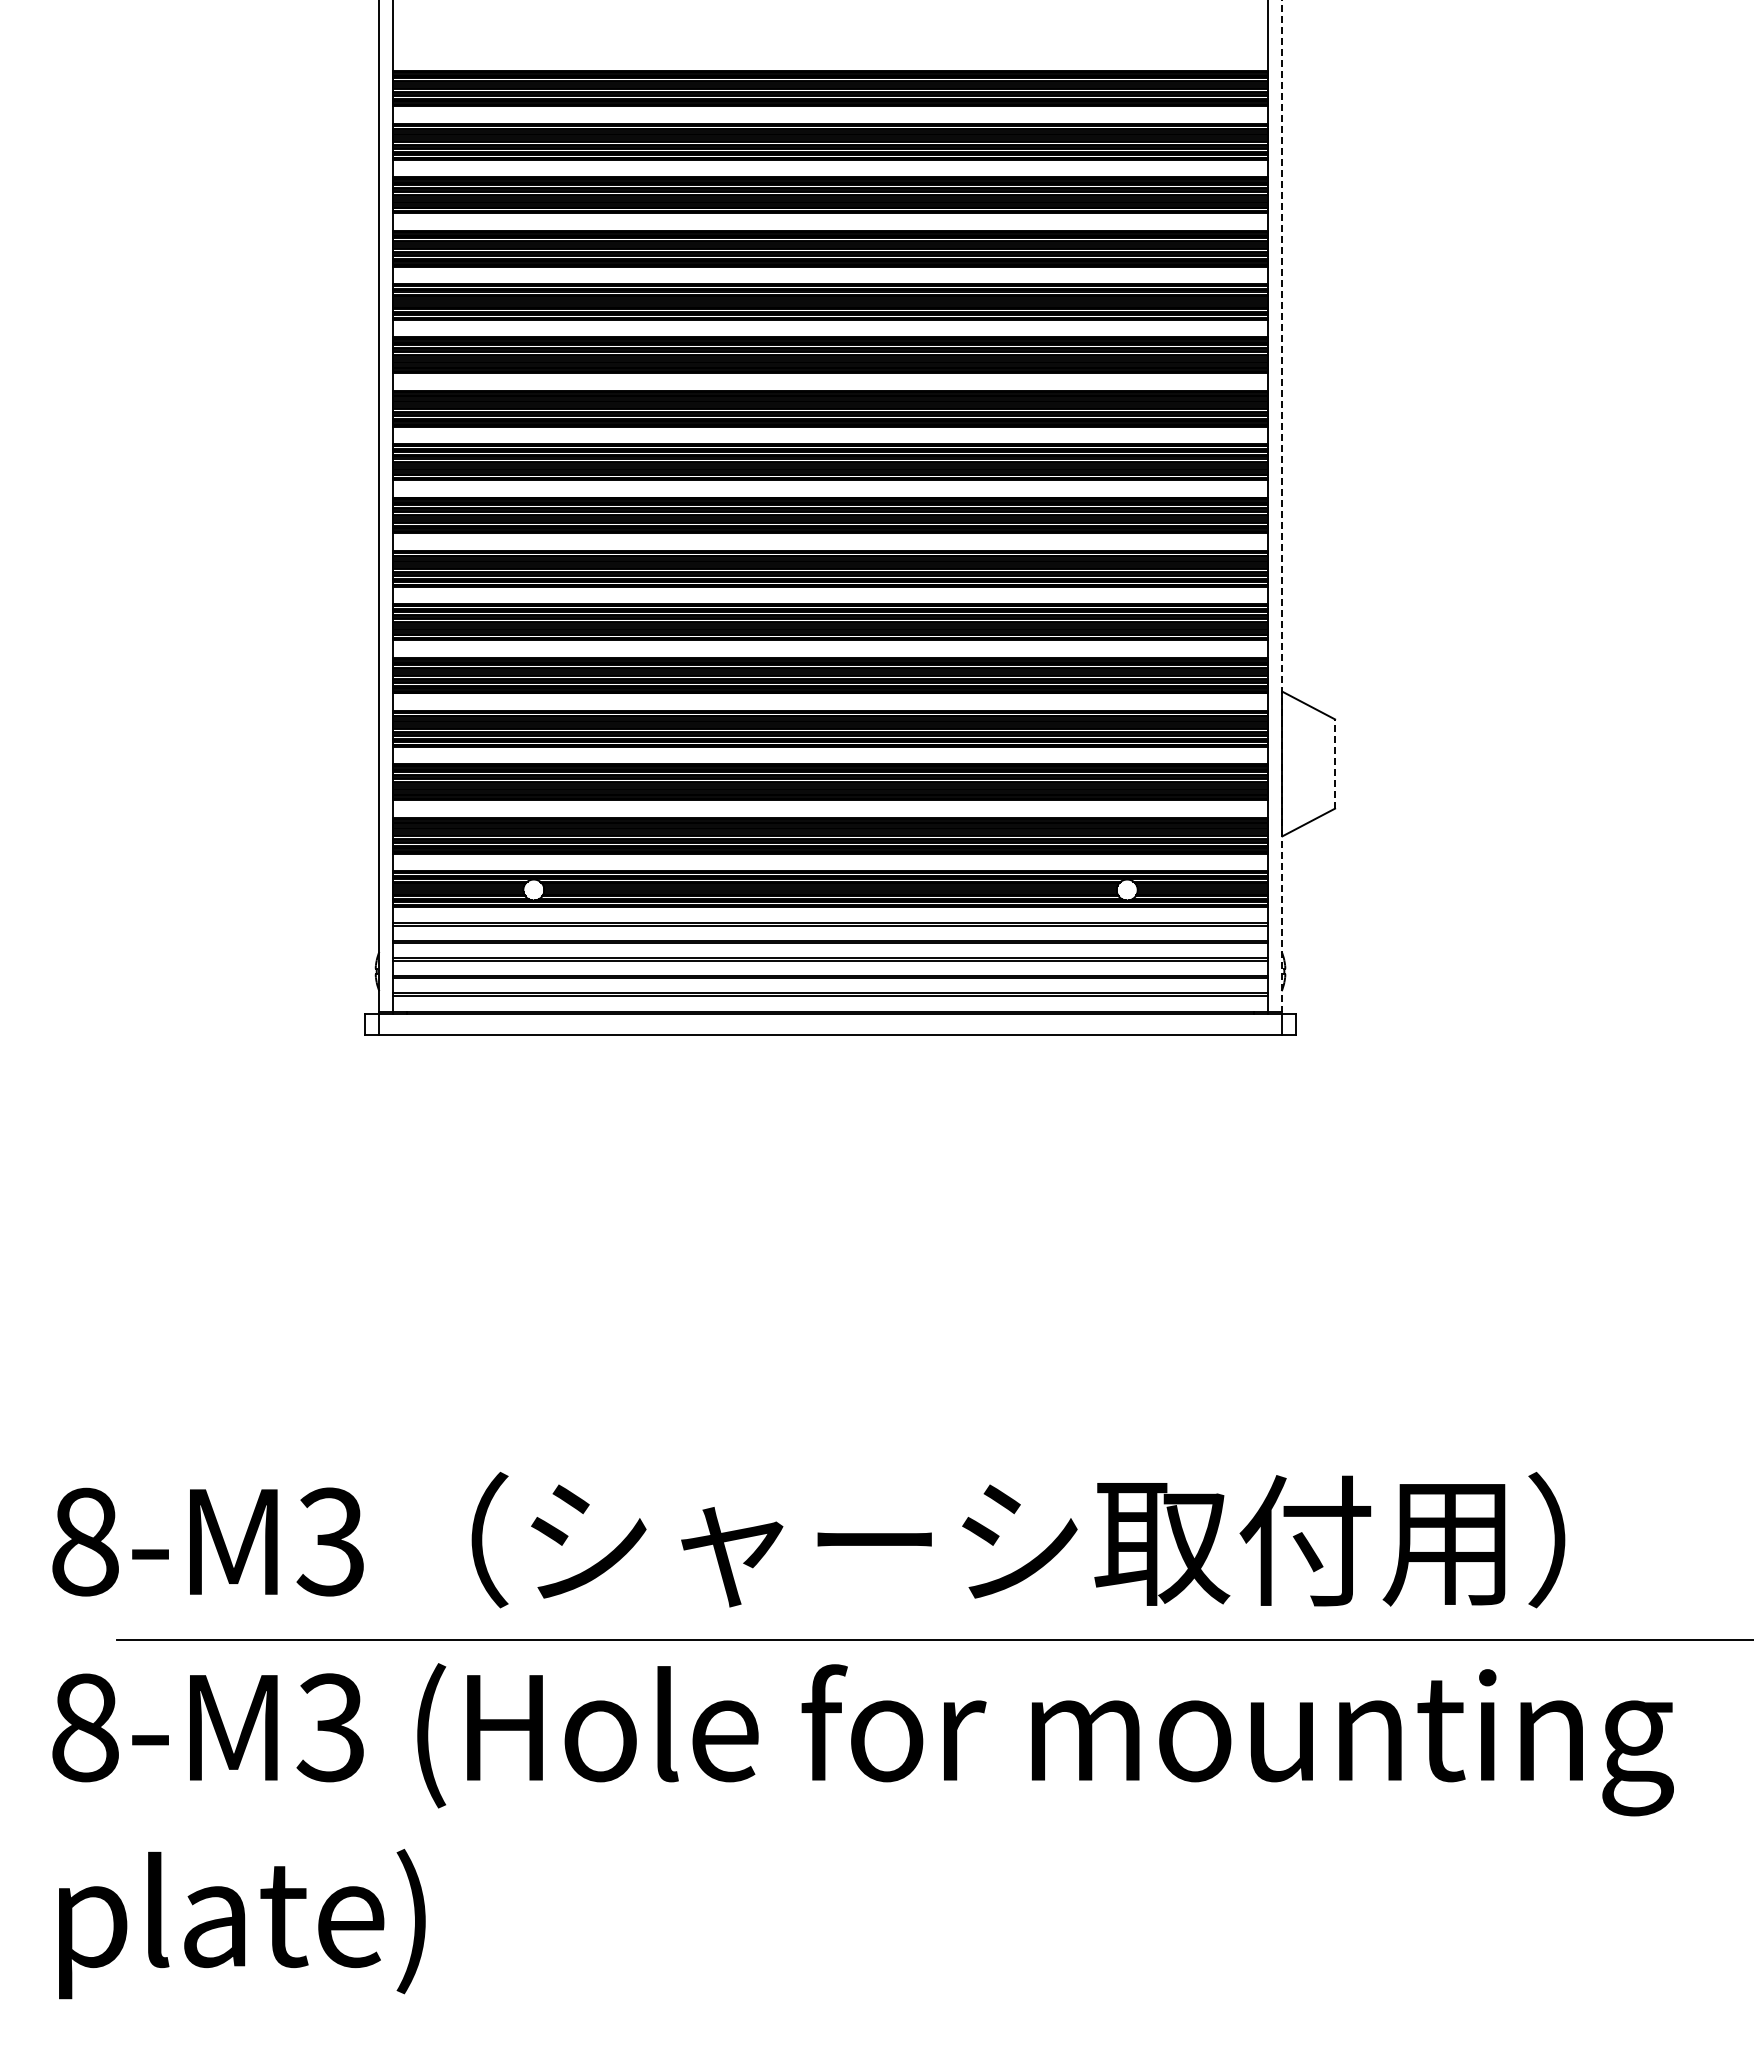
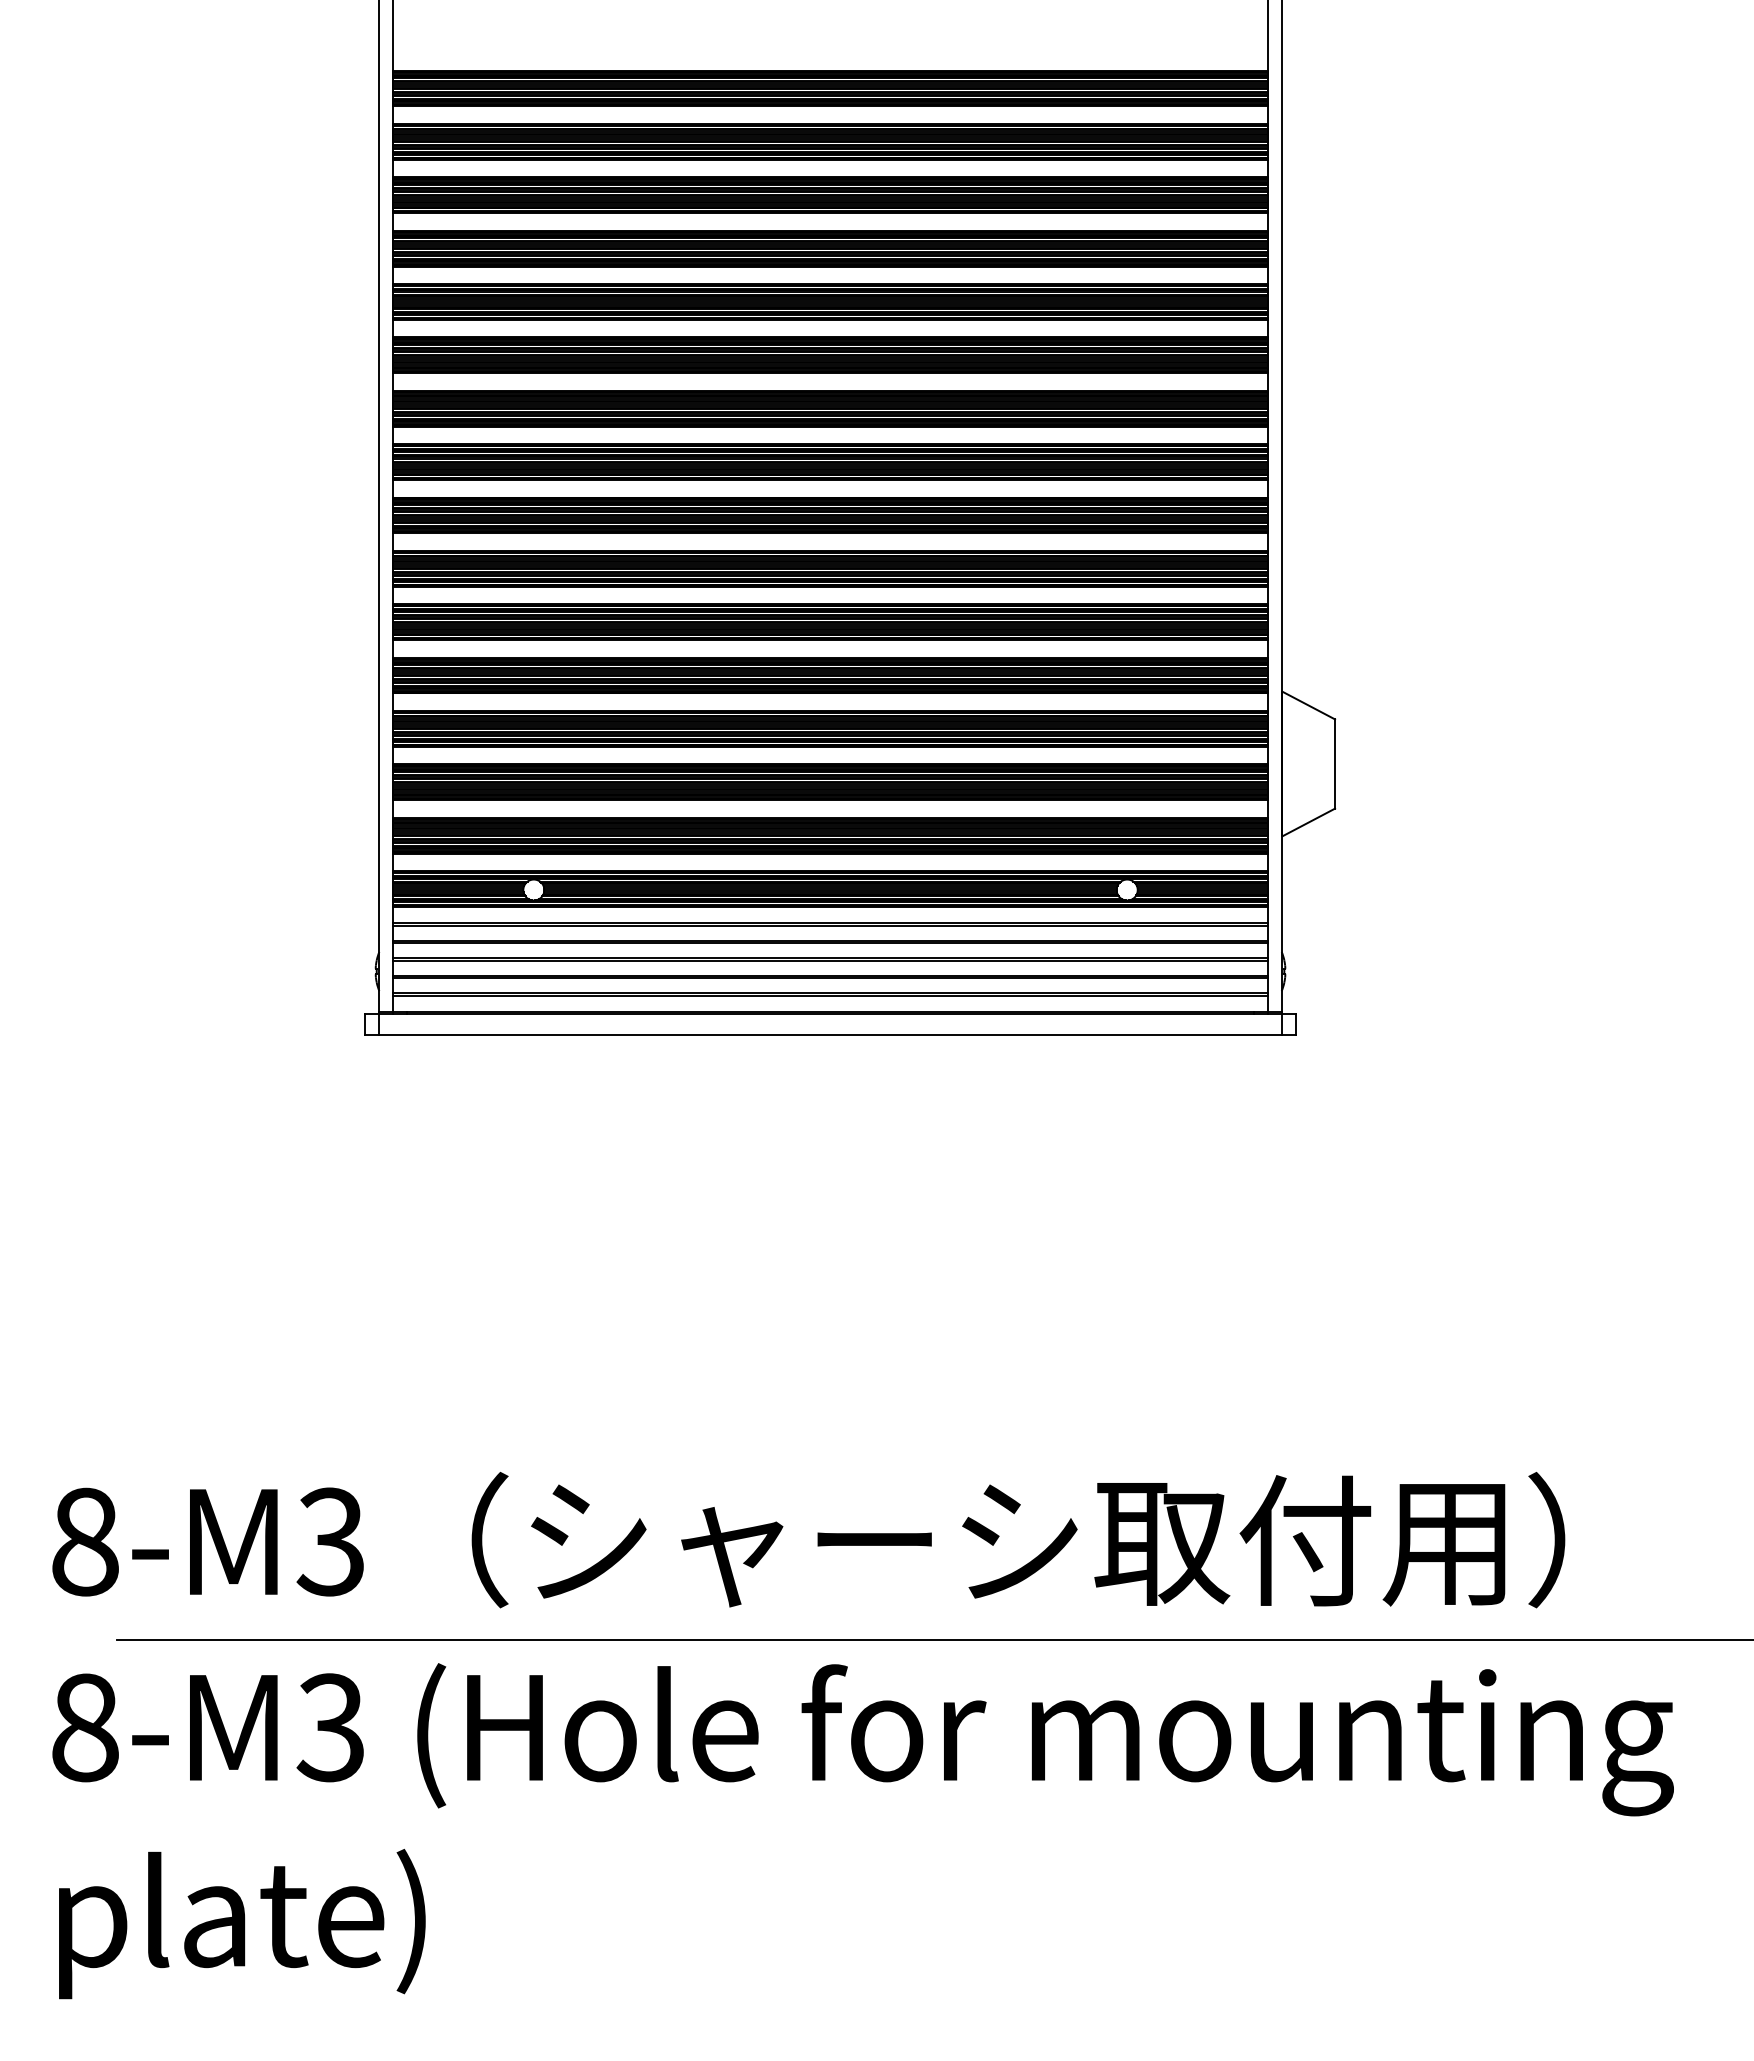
line at (1281, 505): dashed -> solid
line at (1335, 764): dashed -> solid
